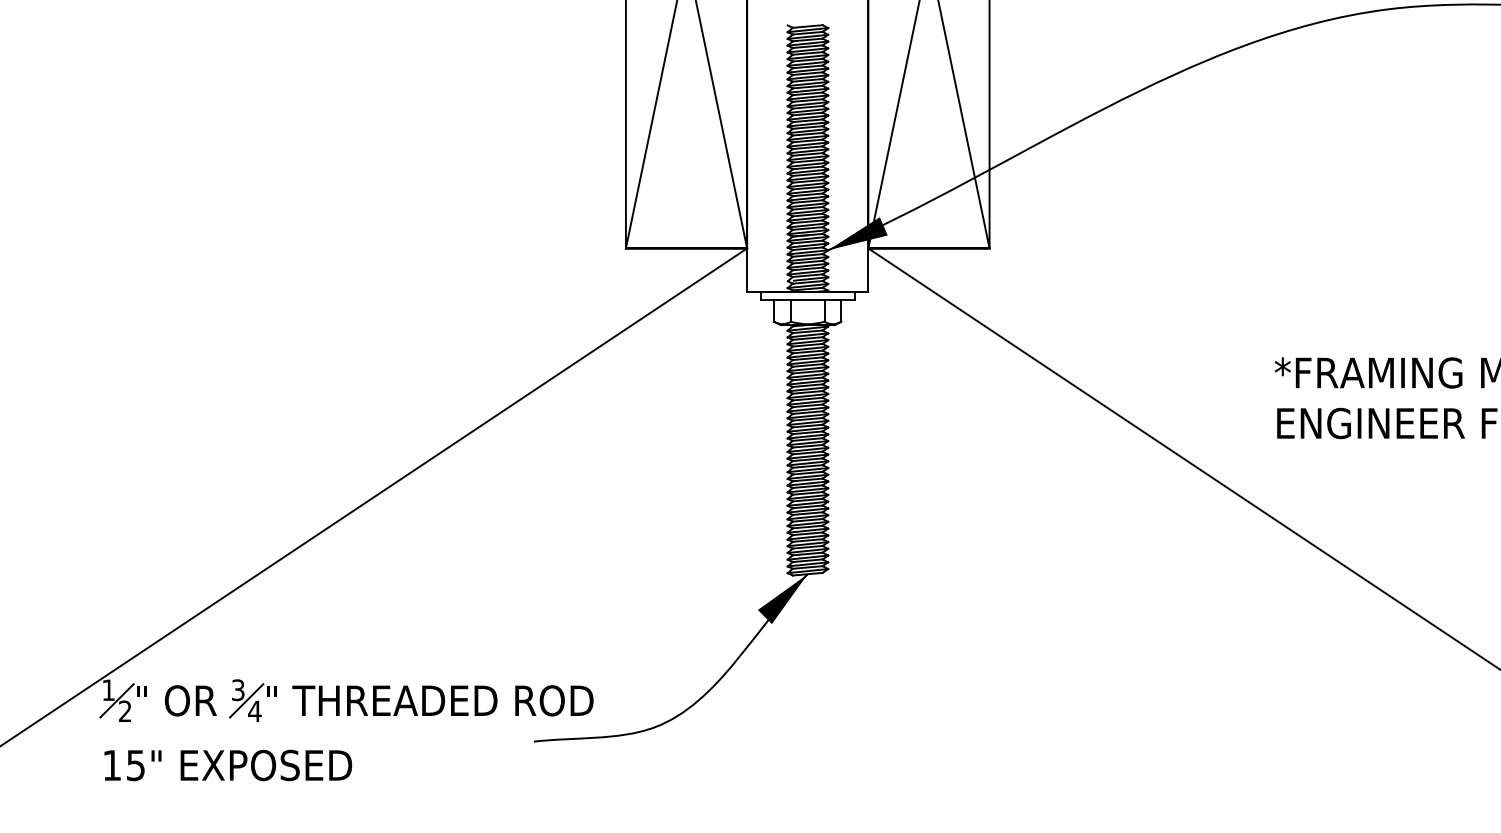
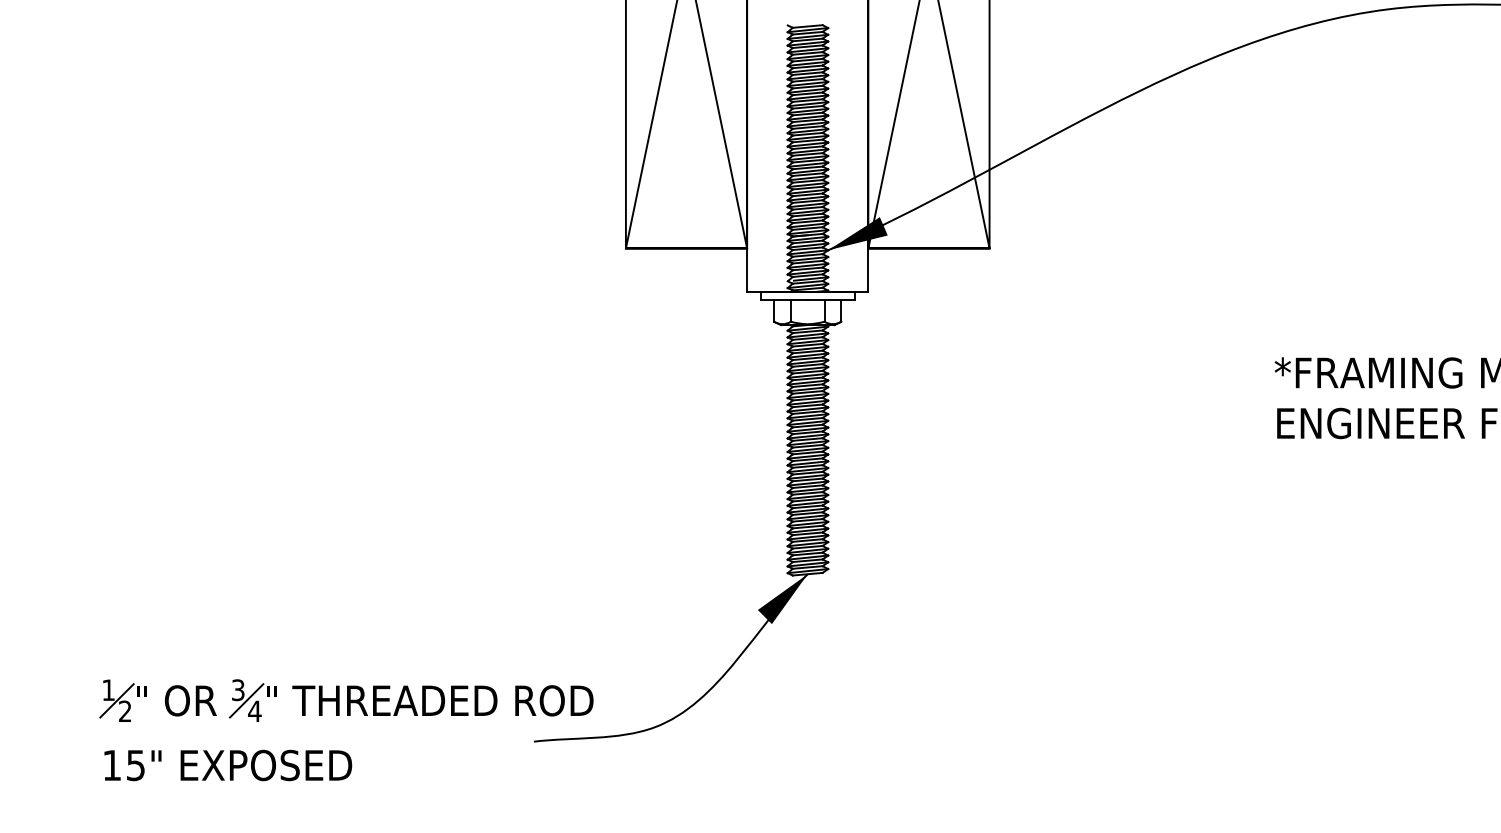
line at (1182, 457): present -> none
line at (374, 496): present -> none
